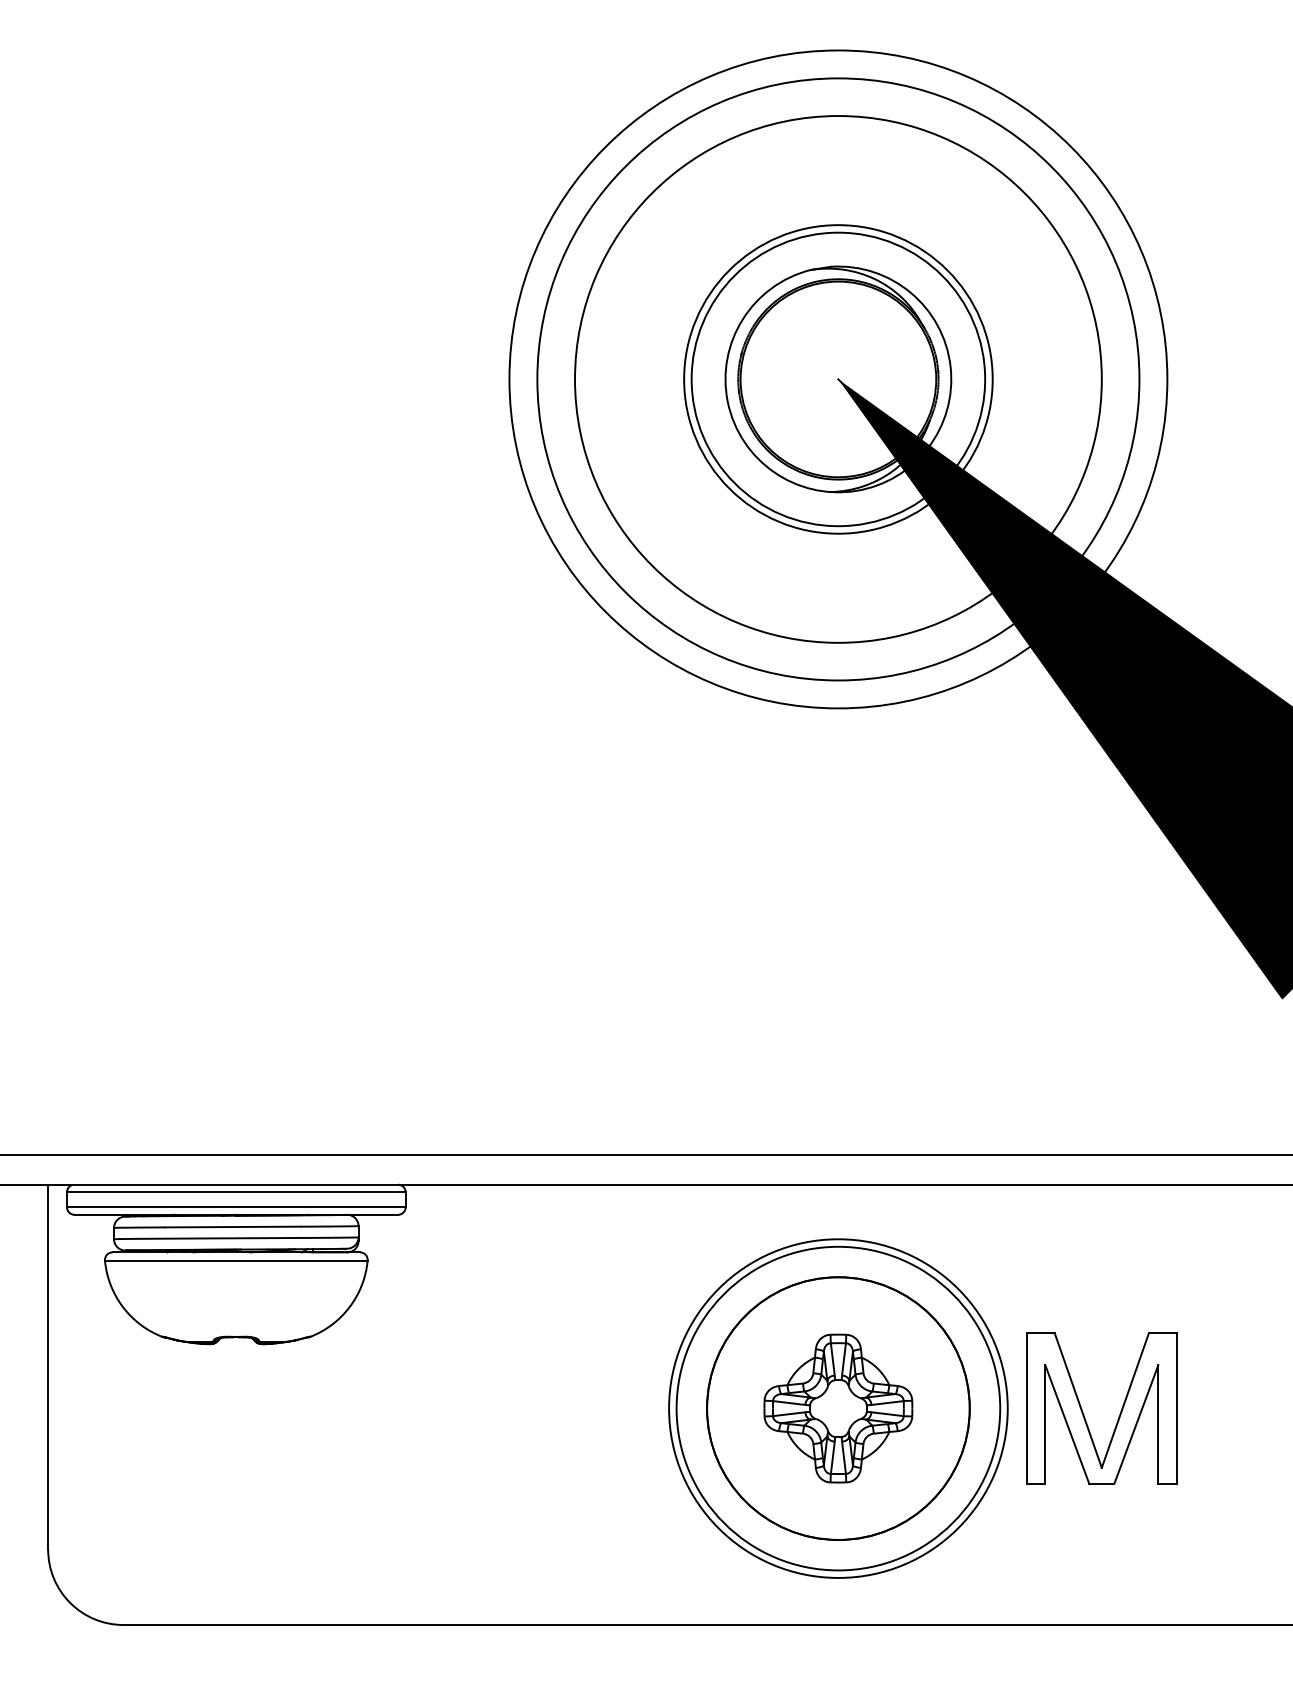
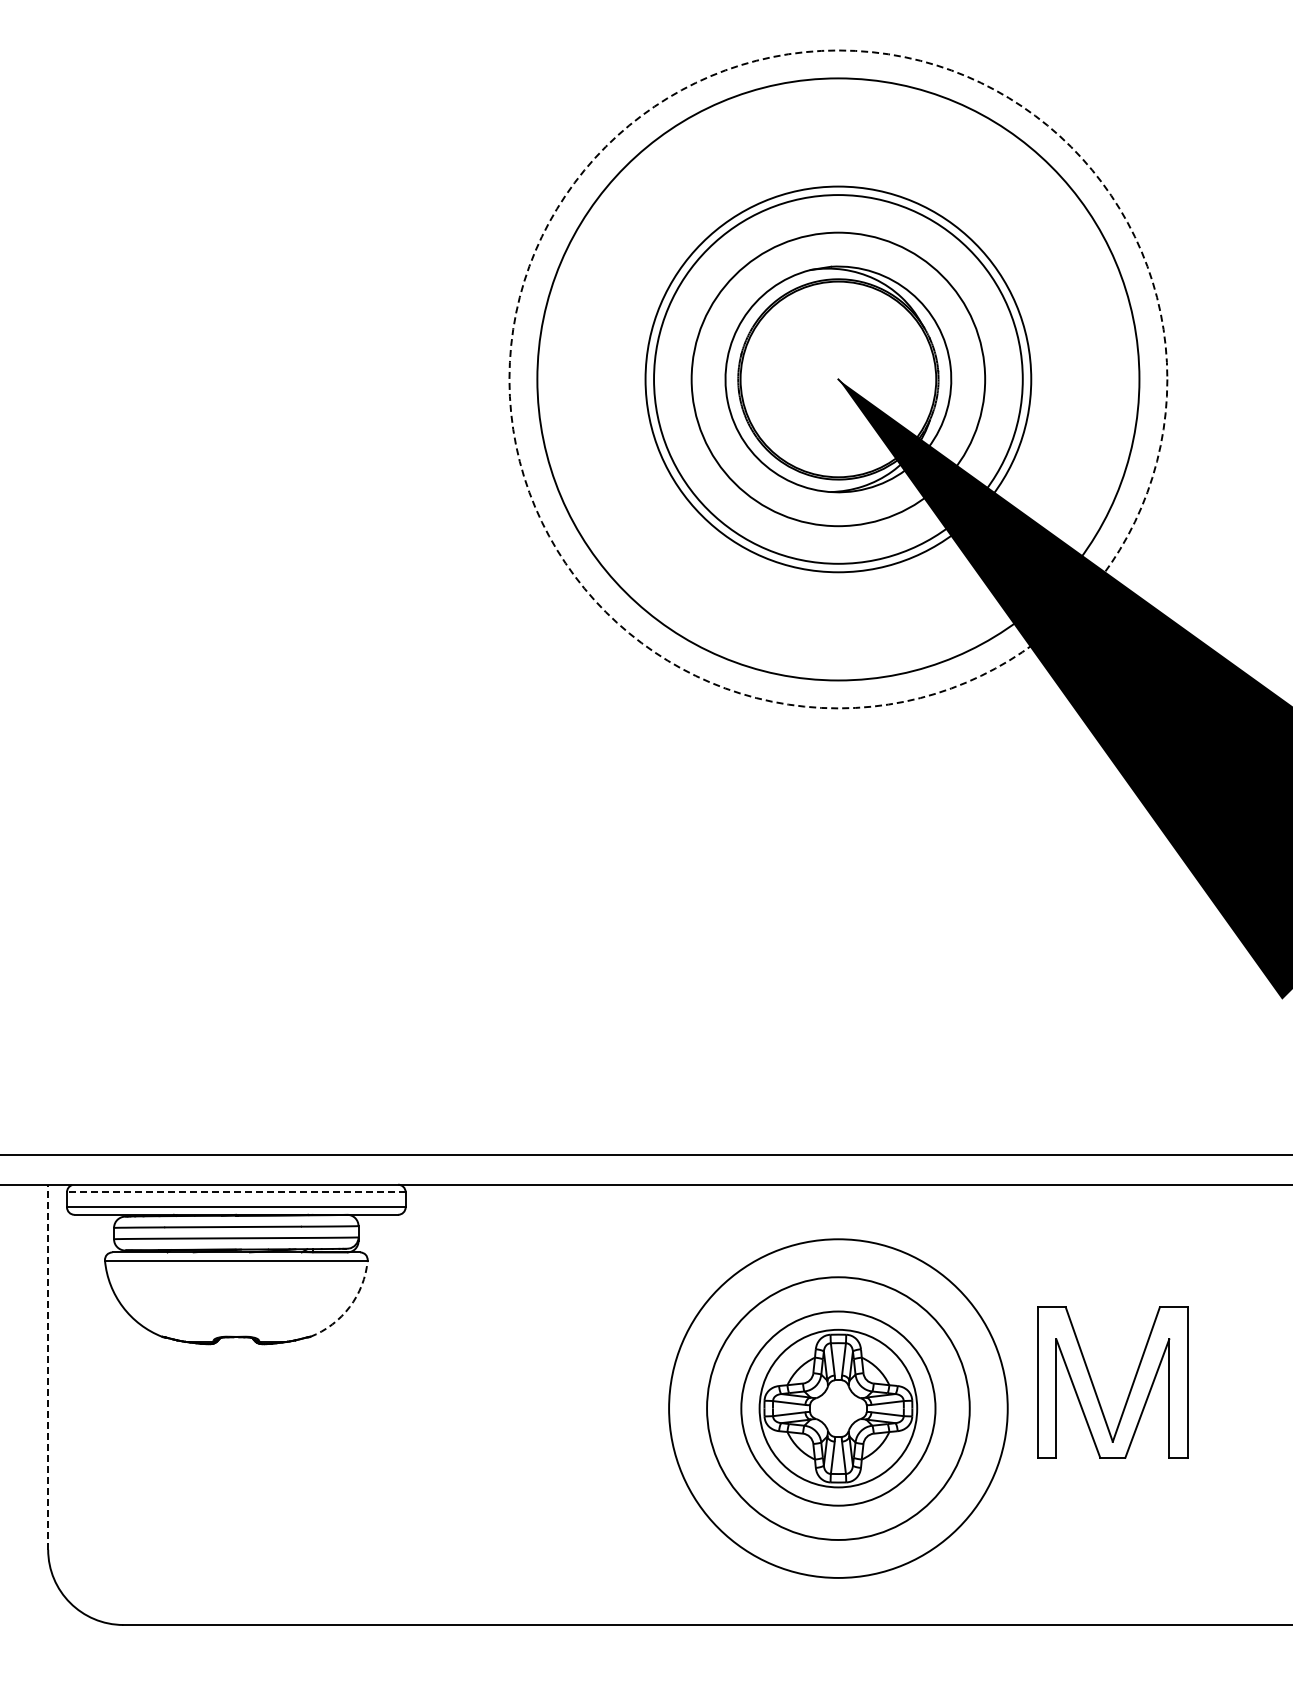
circle at (838, 379) diameter: 309 px -> 386 px
circle at (838, 379) diameter: 527 px -> 369 px
circle at (838, 379): solid -> dashed
line at (235, 1192): solid -> dashed
arc at (349, 1306): solid -> dashed
line at (48, 1367): solid -> dashed
circle at (838, 1408) diameter: 263 px -> 158 px
circle at (838, 1408) diameter: 324 px -> 194 px
part at (1084, 1414) position: (1084, 1414) -> (1095, 1388)
